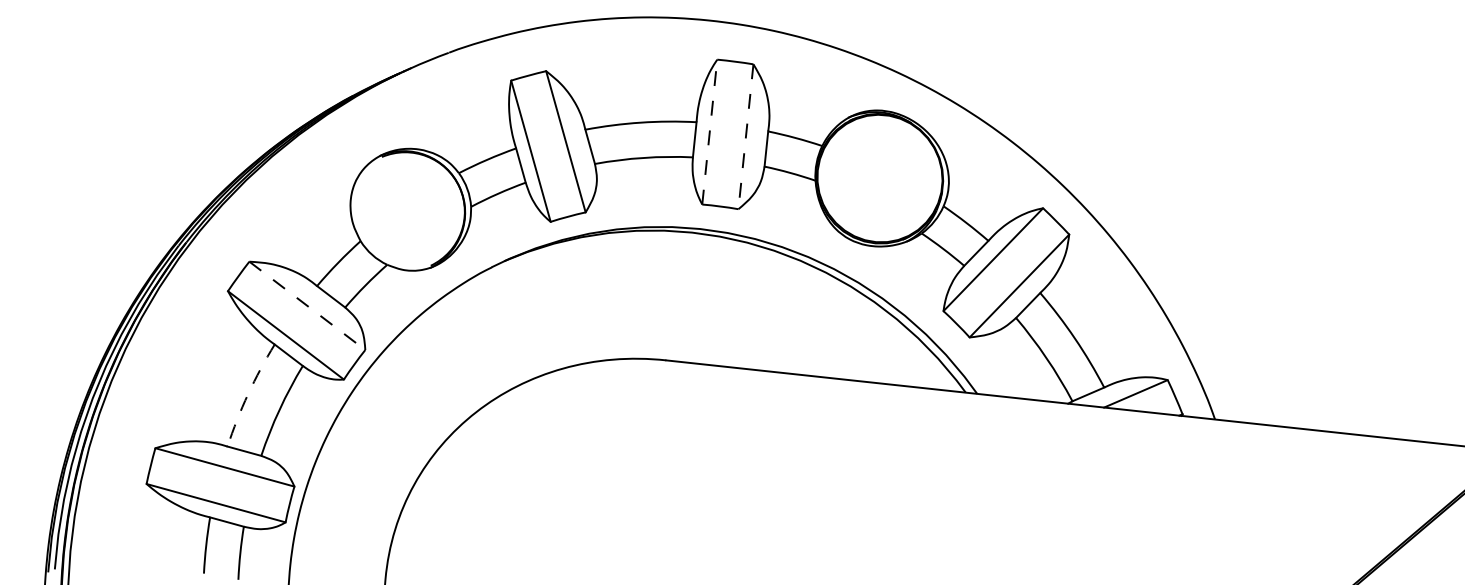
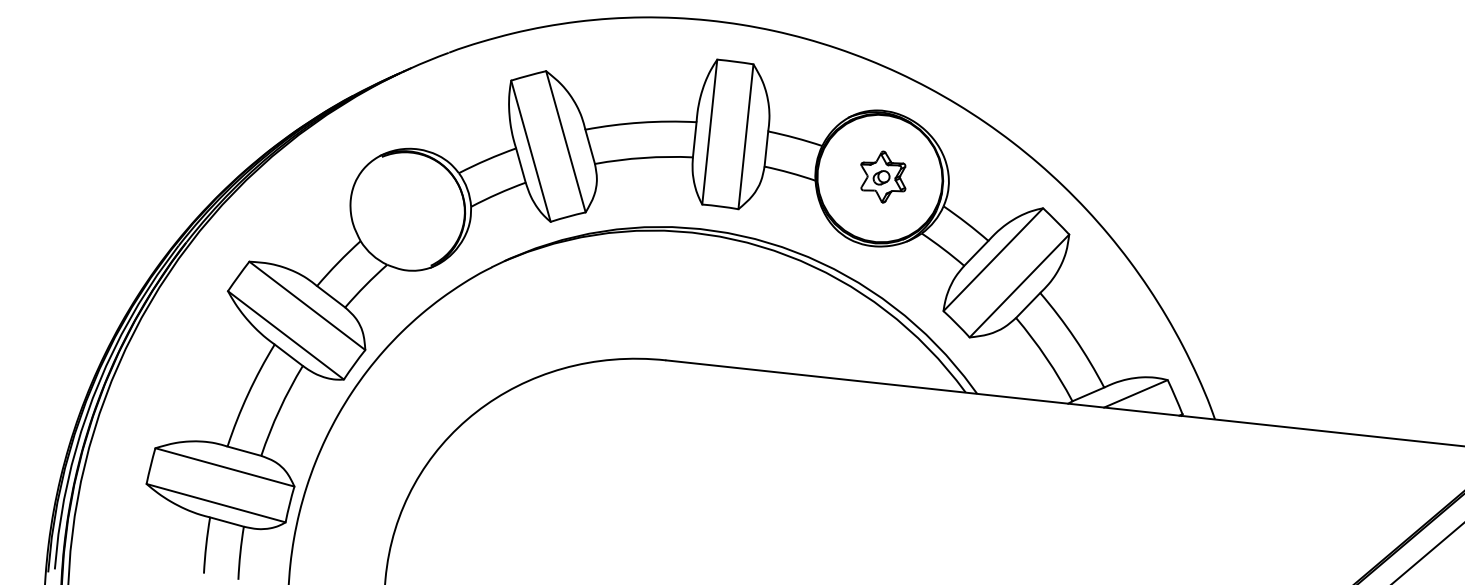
line at (709, 132): dashed -> solid
line at (745, 136): dashed -> solid
part at (883, 176): none -> present
line at (307, 305): dashed -> solid
arc at (248, 394): dashed -> solid
line at (1427, 552): none -> present
